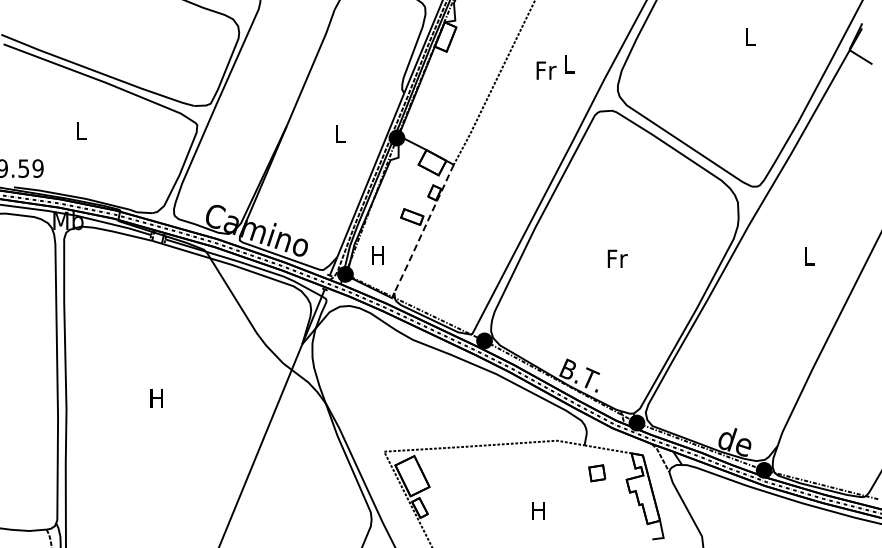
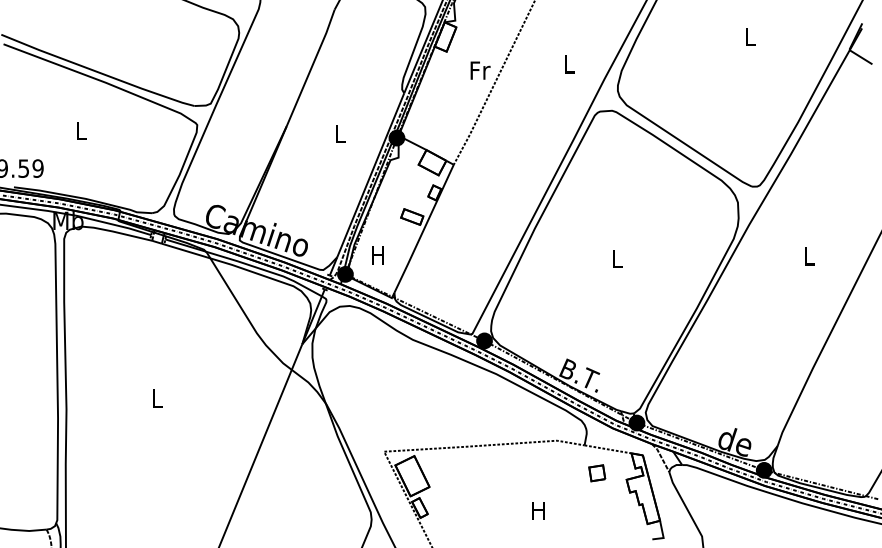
text at (546, 70) position: (546, 70) -> (480, 70)
line at (423, 229): dashed -> solid
text at (617, 258): Fr -> L
text at (156, 398): H -> L
